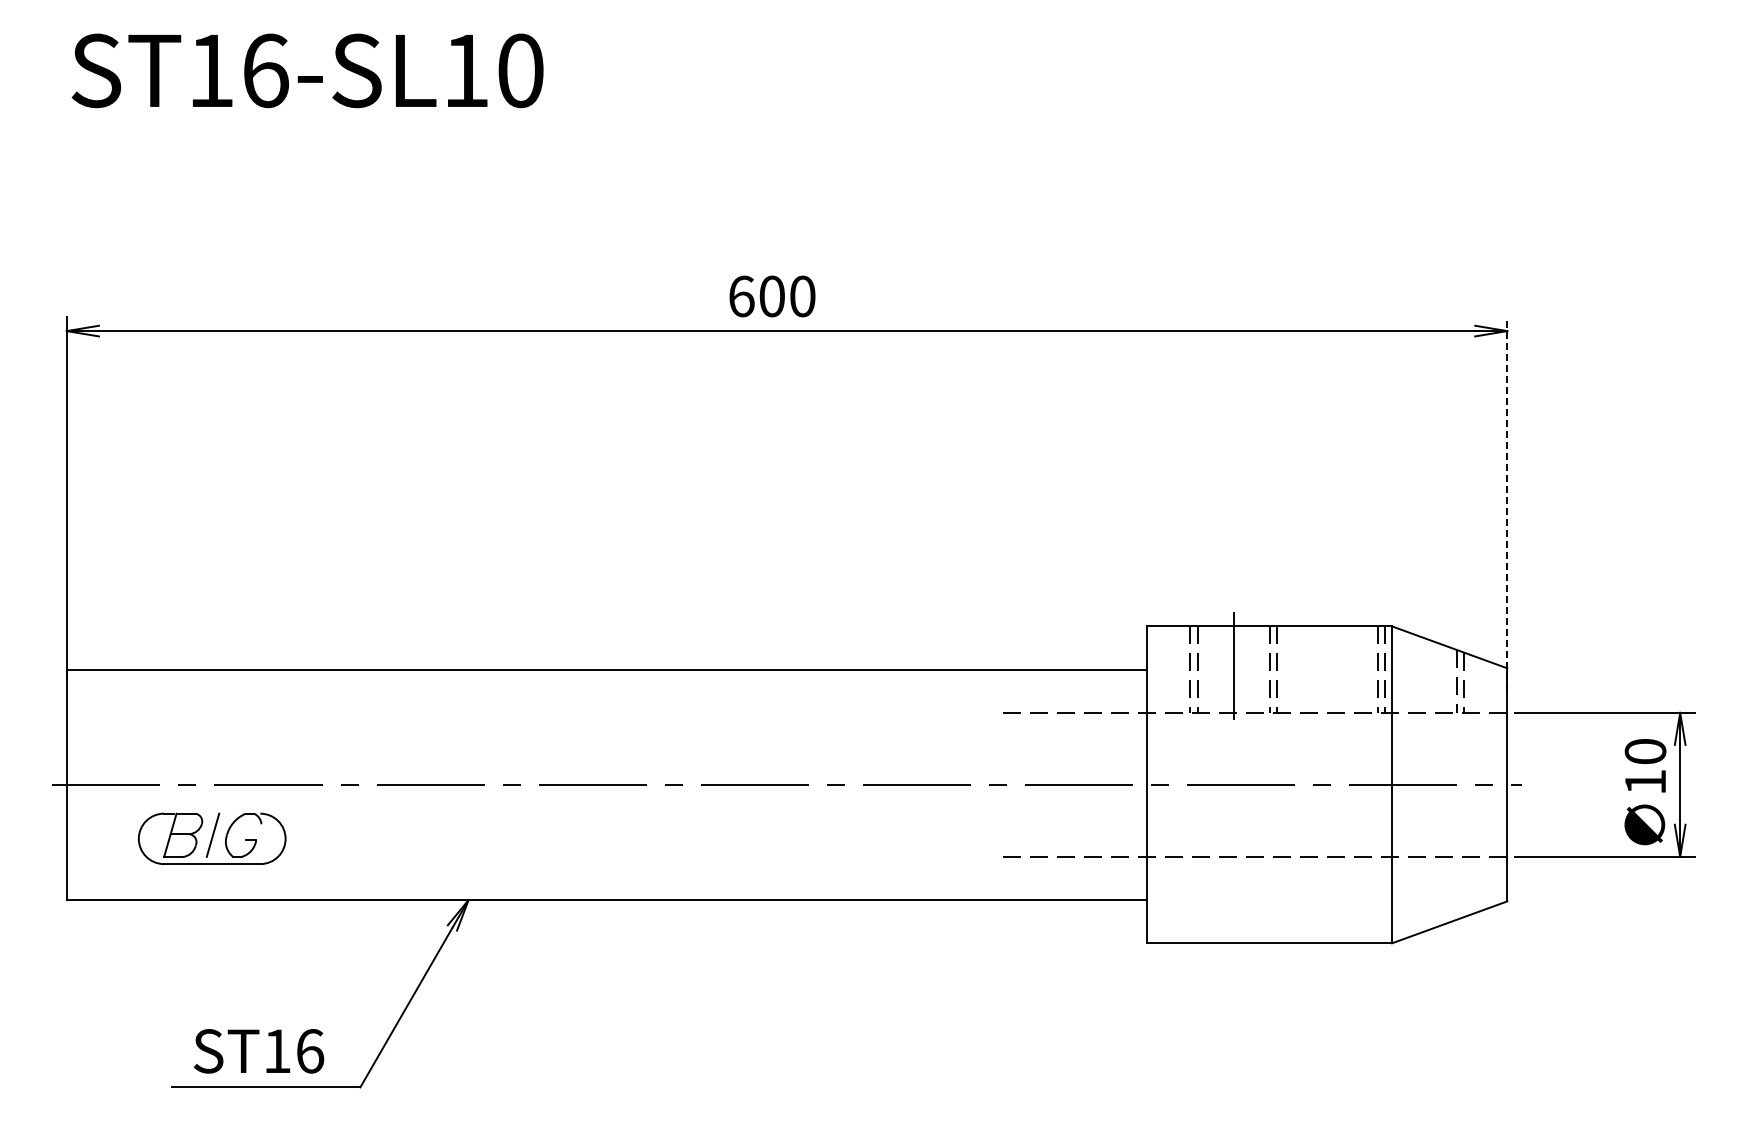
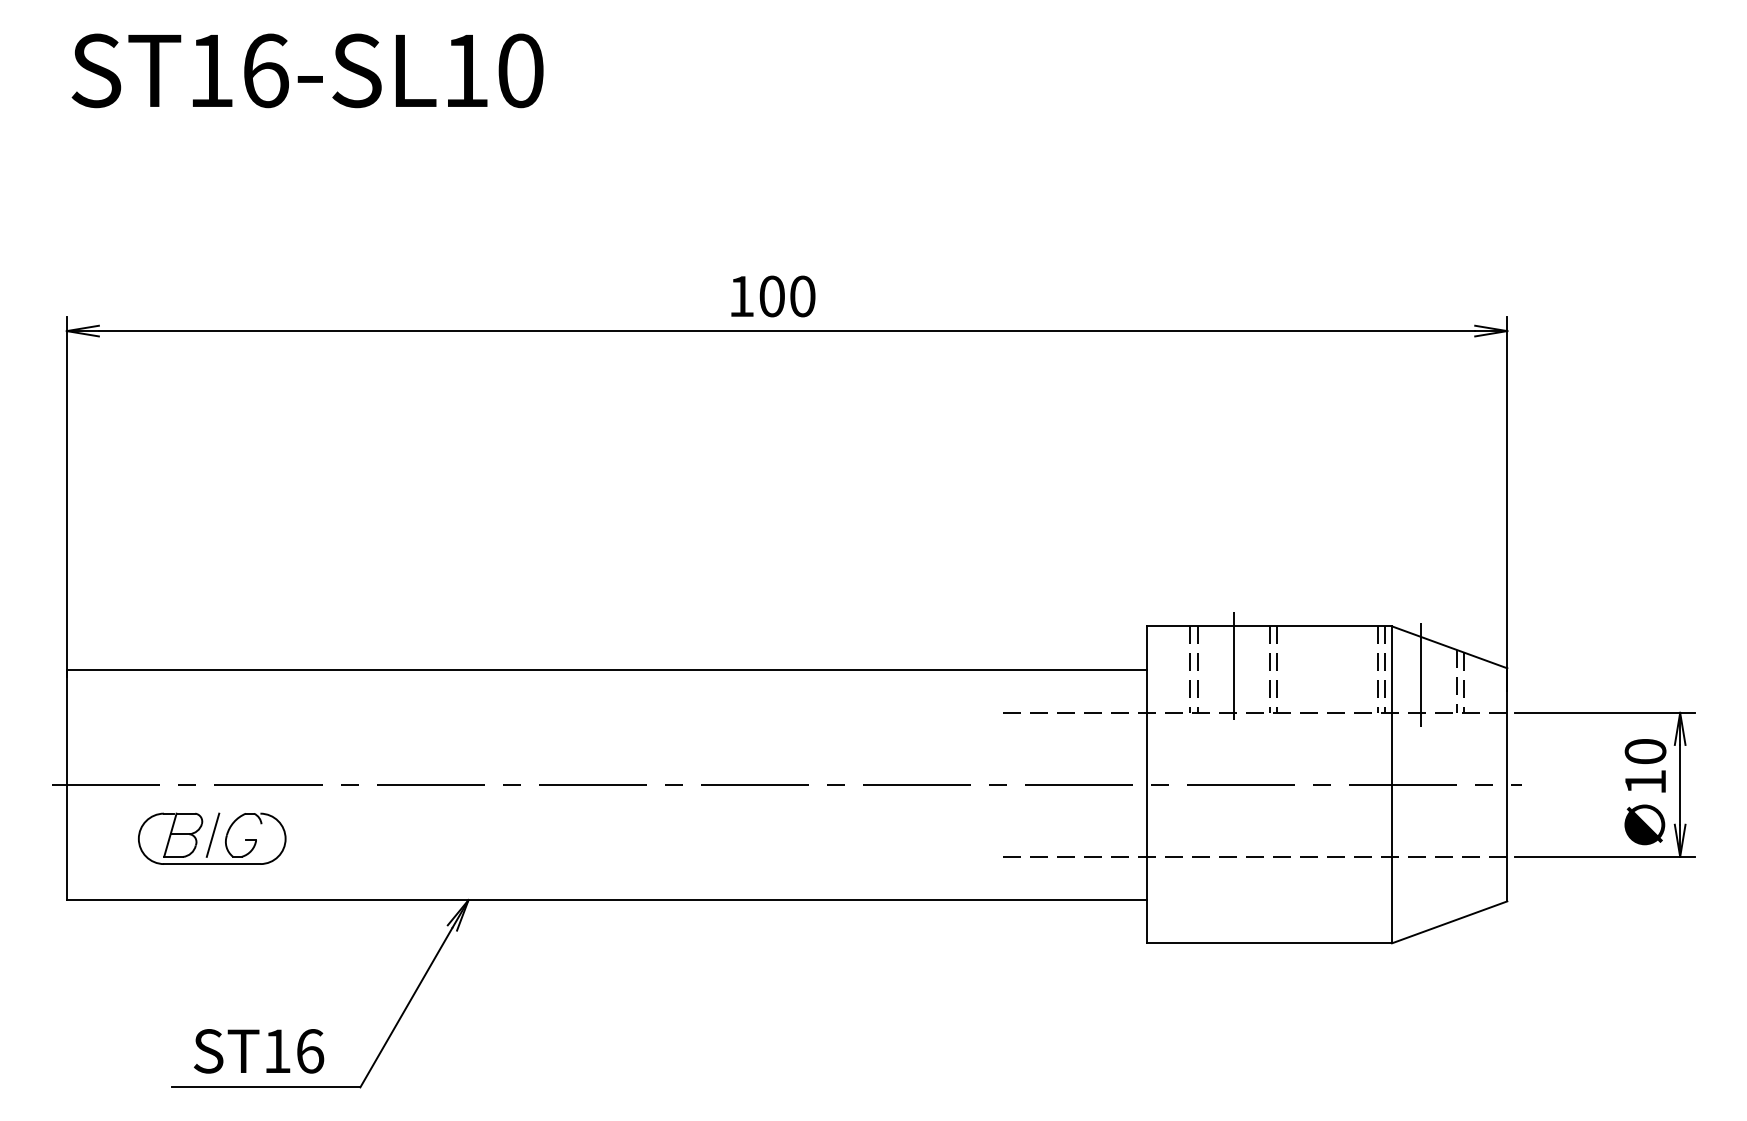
text at (741, 296): 600 -> 100
line at (1507, 503): dashed -> solid
line at (1420, 674): none -> present
